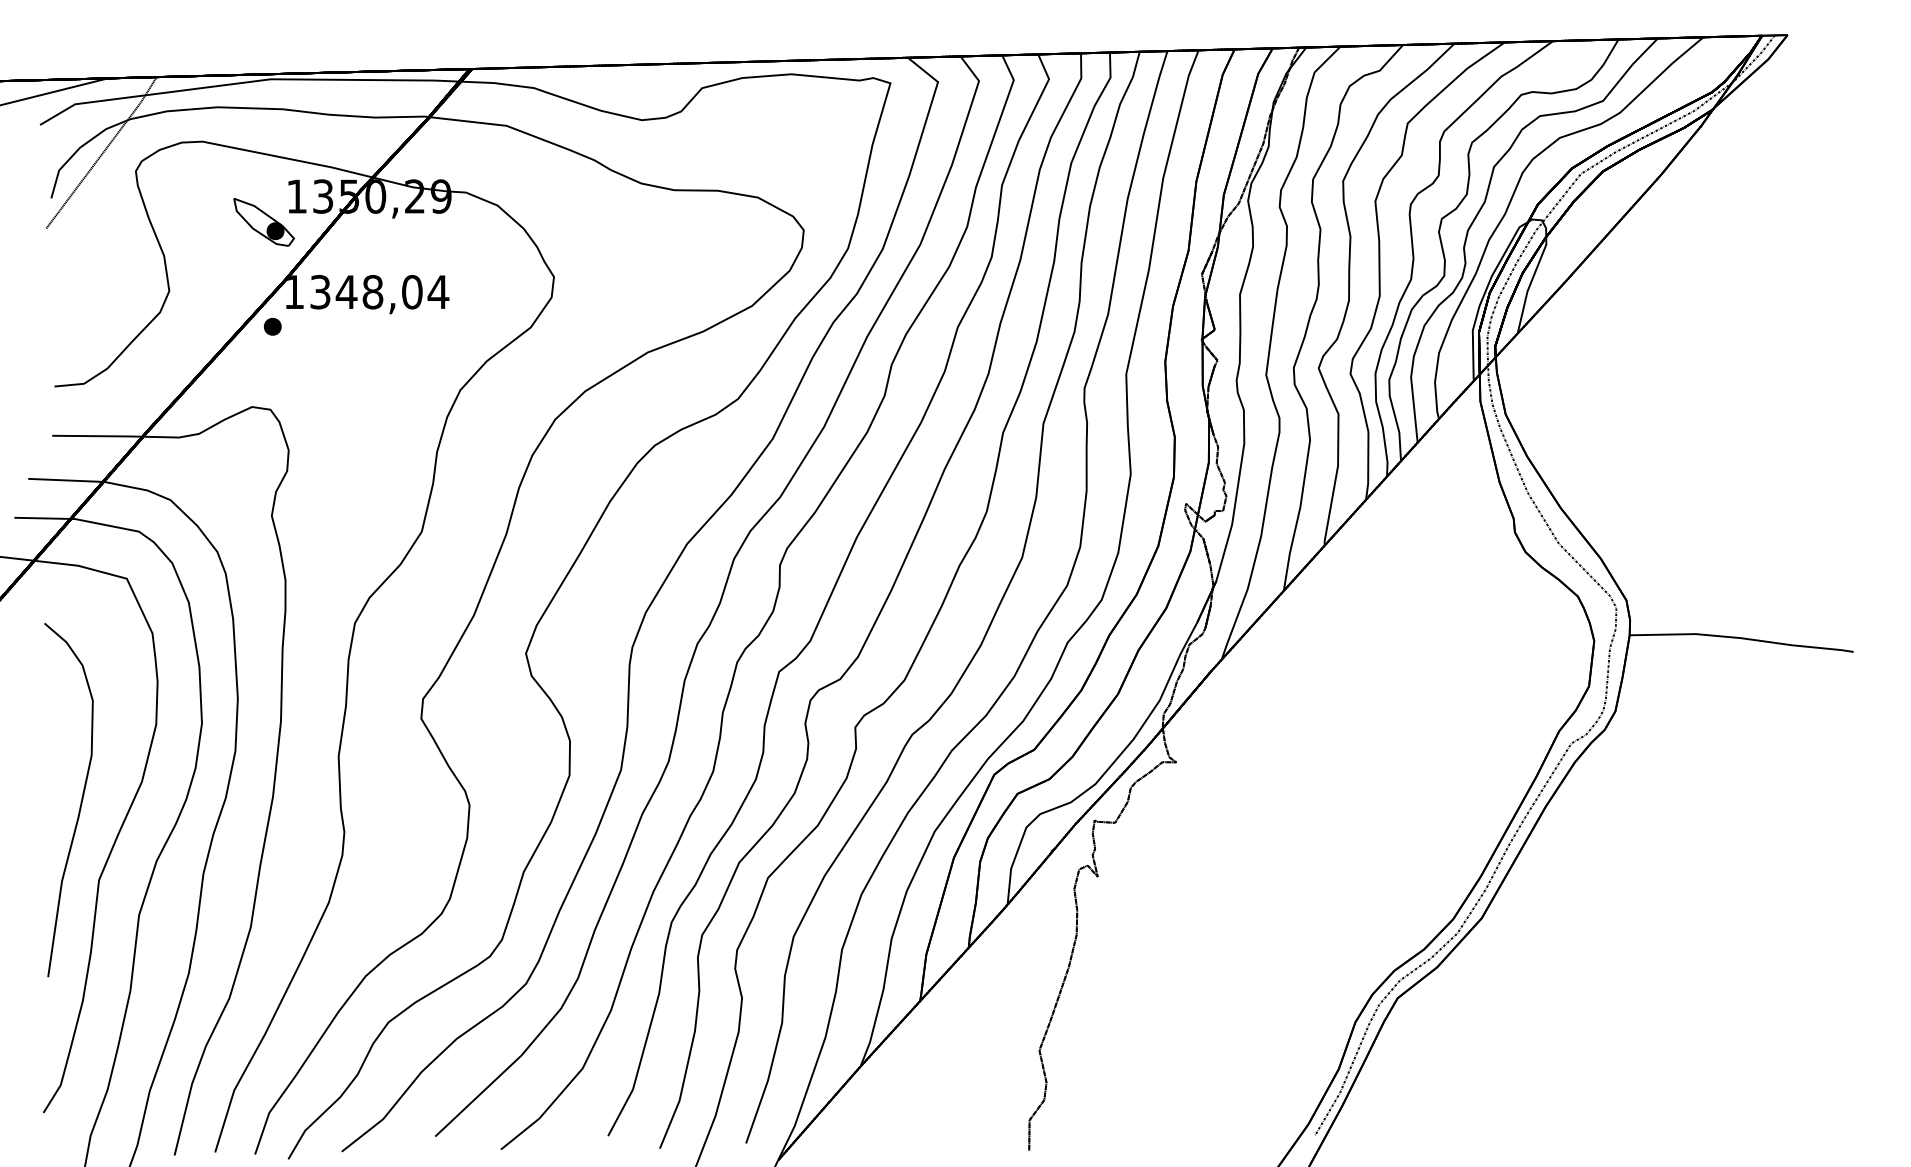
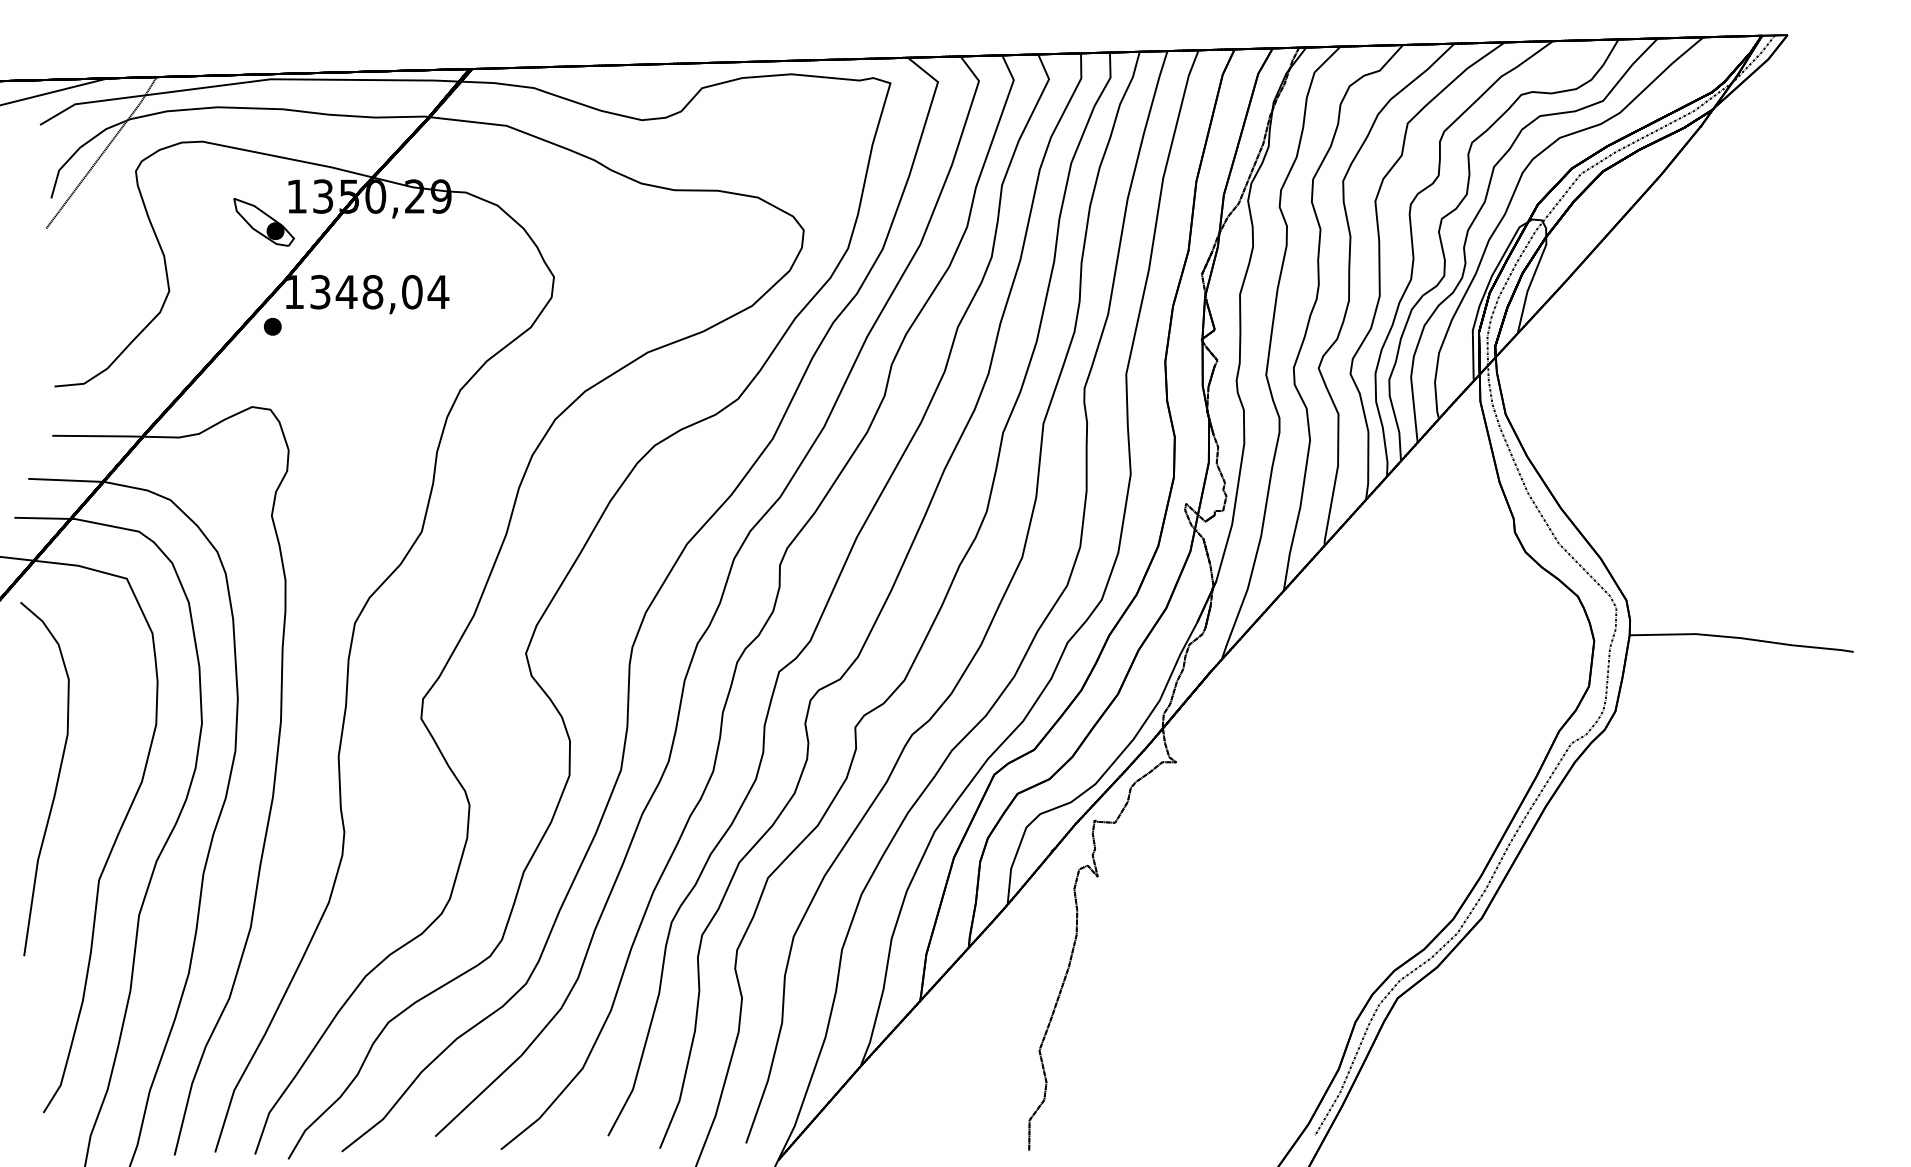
curve at (80, 802) position: (80, 802) -> (56, 781)
